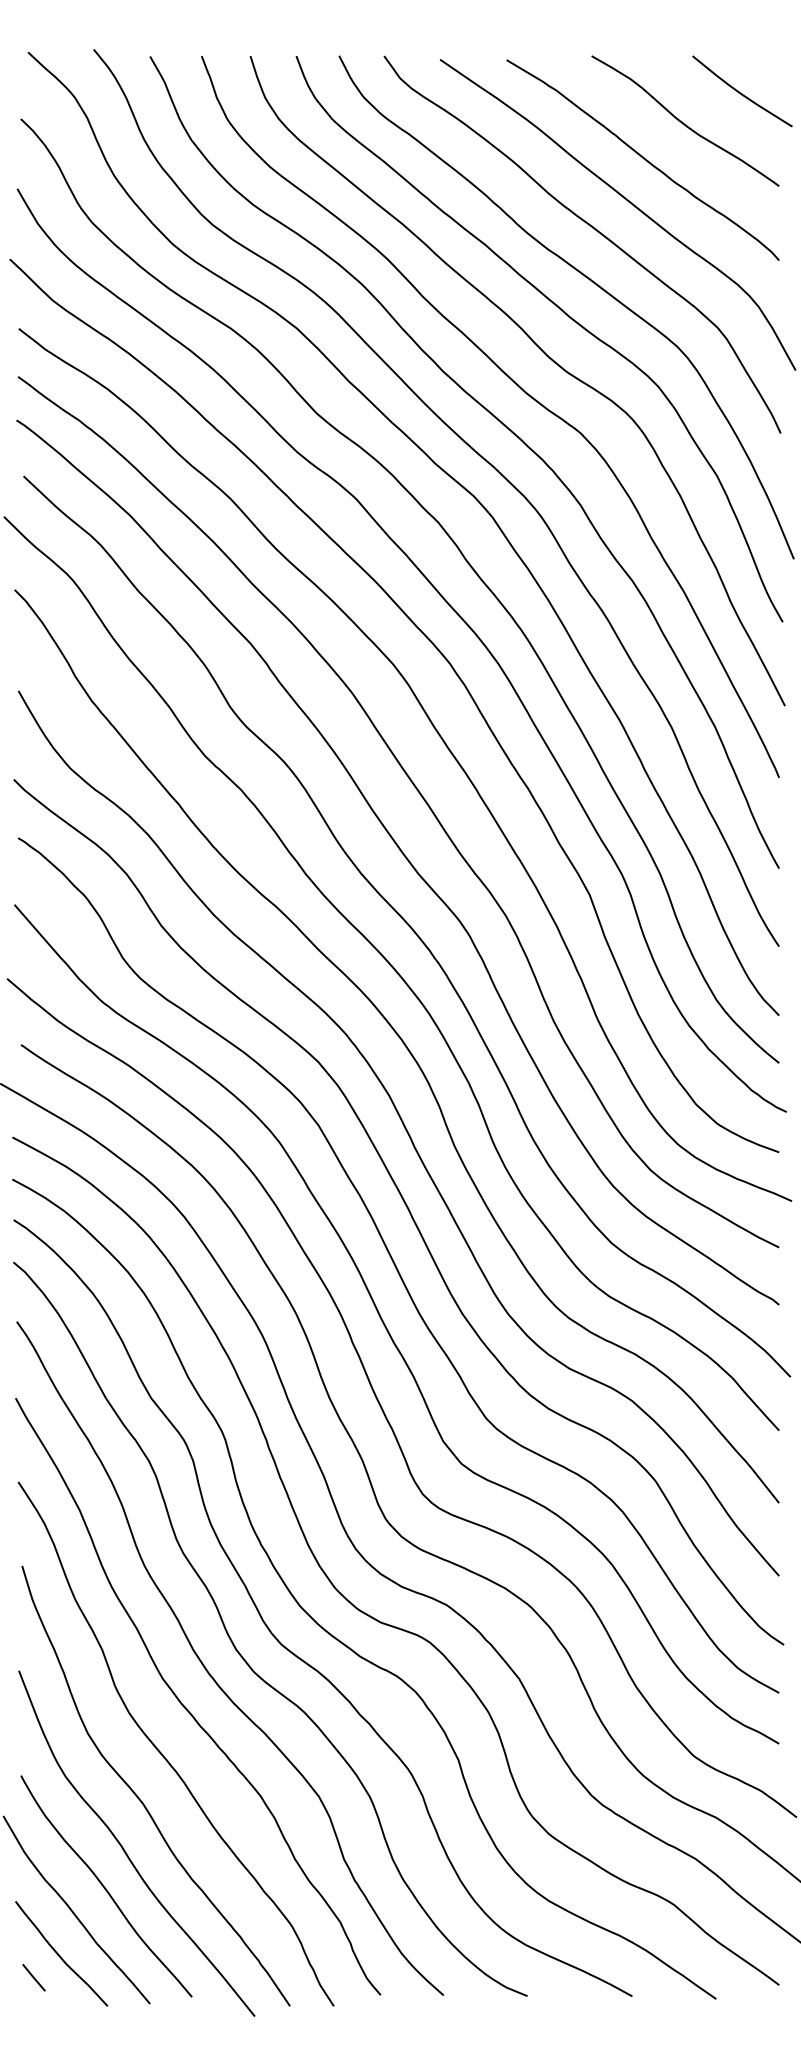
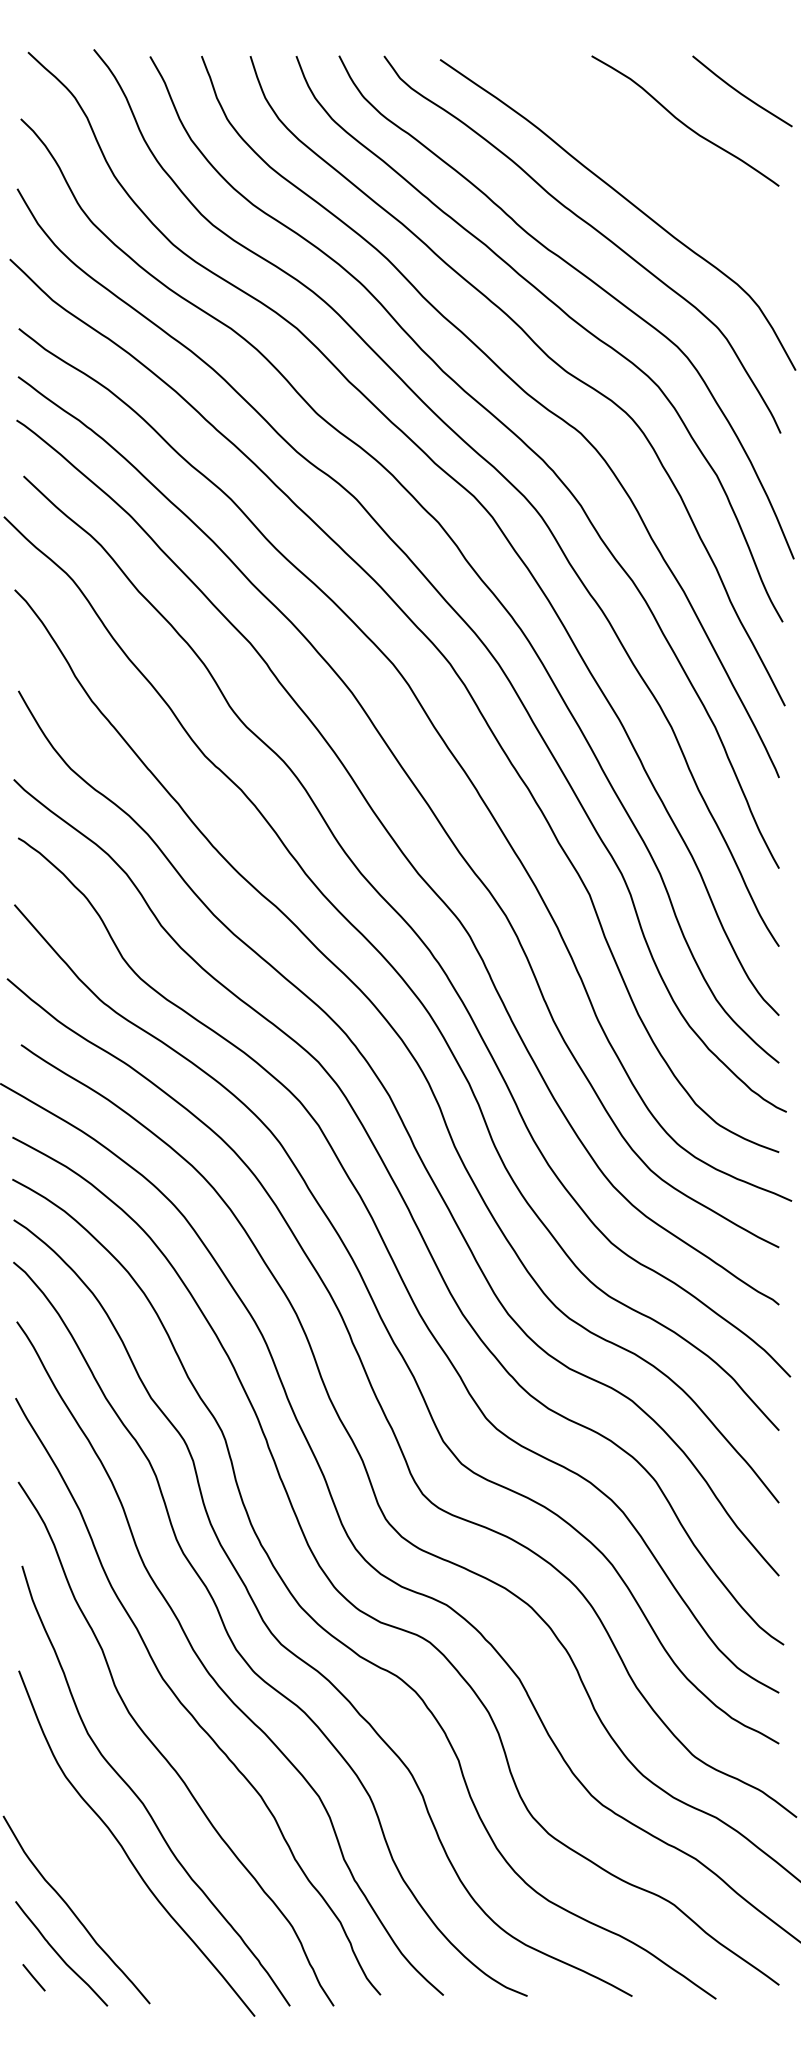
curve at (642, 158): present -> none
curve at (105, 1887): present -> none
